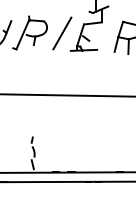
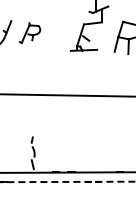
part at (29, 32) size: 36x36 px -> 23x22 px
line at (62, 33): present -> none
line at (68, 181): solid -> dashed
